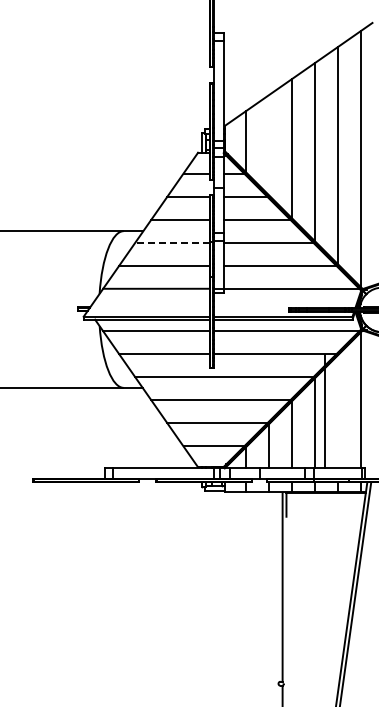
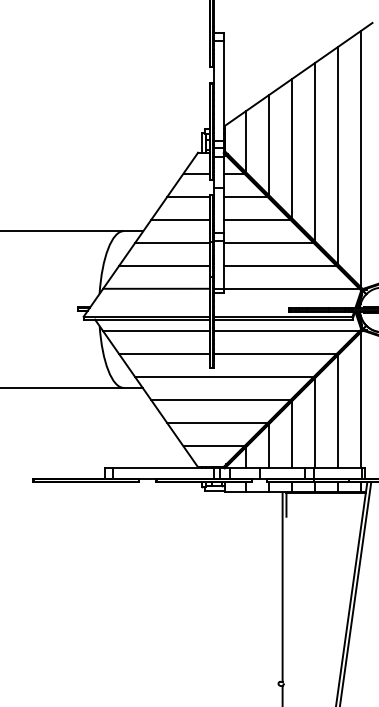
line at (268, 145): none -> present
line at (172, 242): dashed -> solid
line at (324, 411) position: (324, 411) -> (337, 411)
